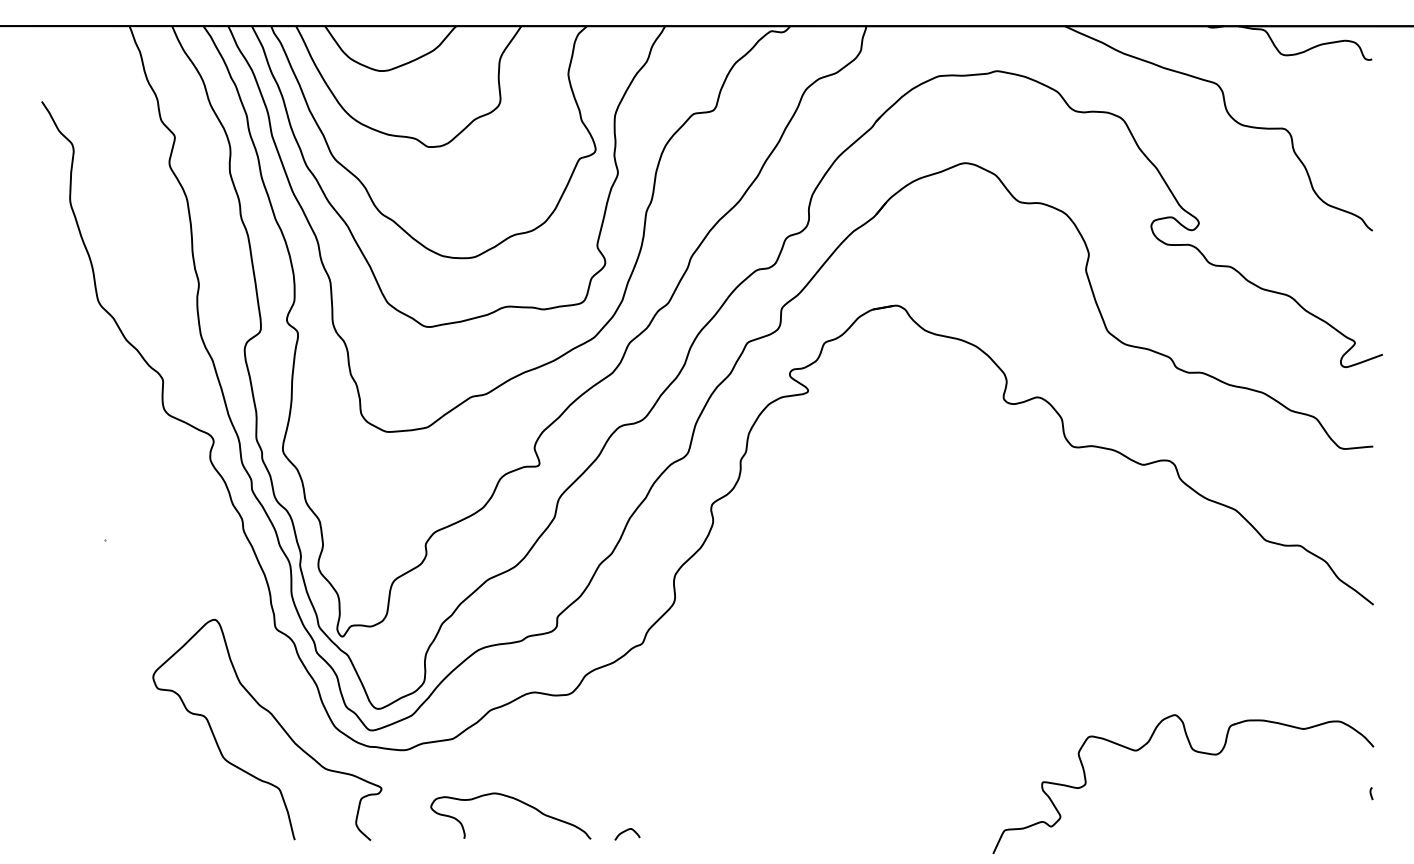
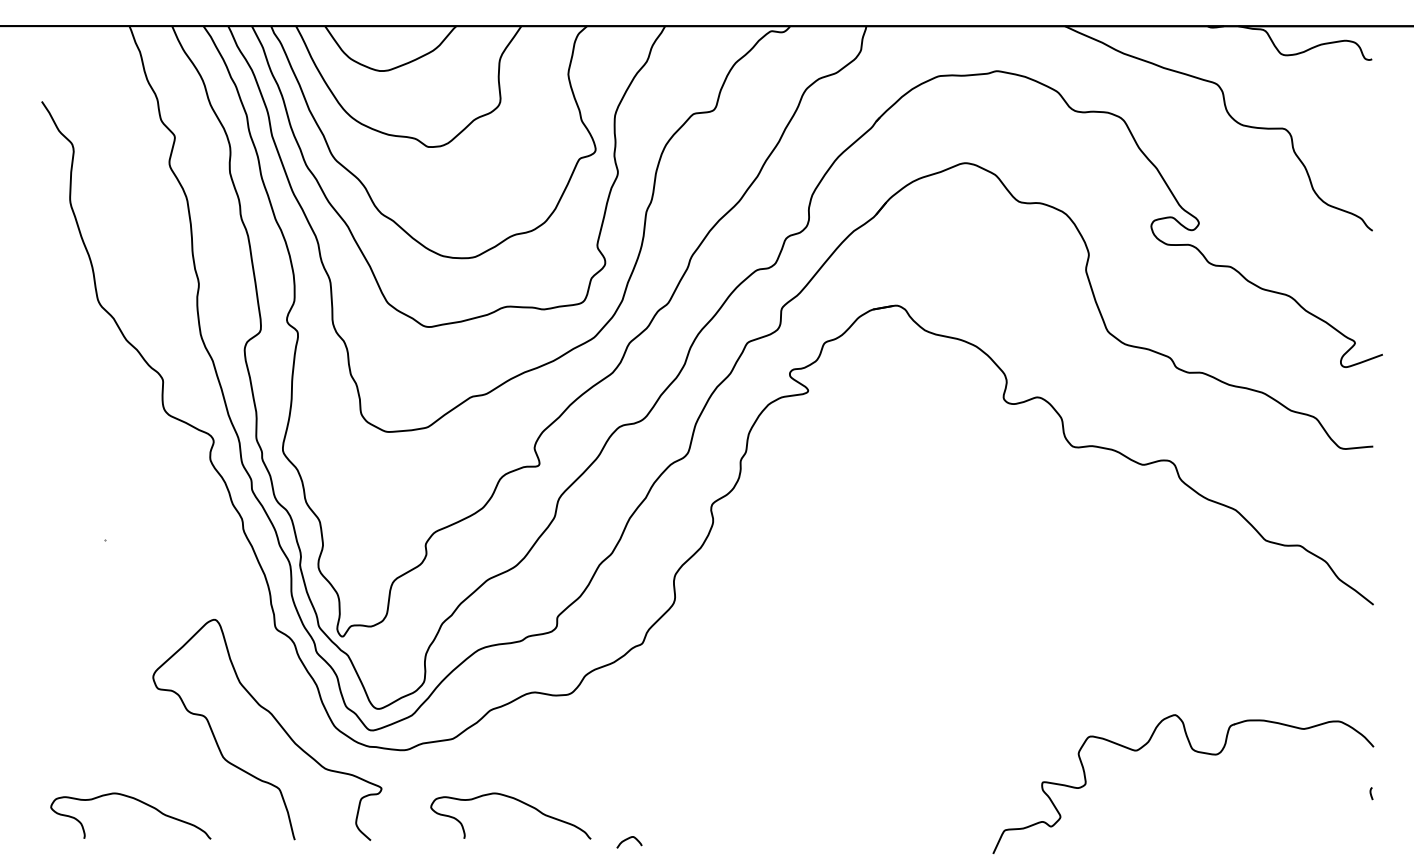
curve at (138, 801): none -> present
curve at (626, 831) position: (626, 831) -> (628, 839)
